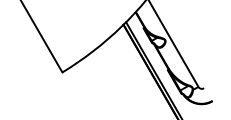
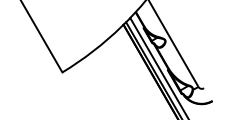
line at (158, 67): none -> present
